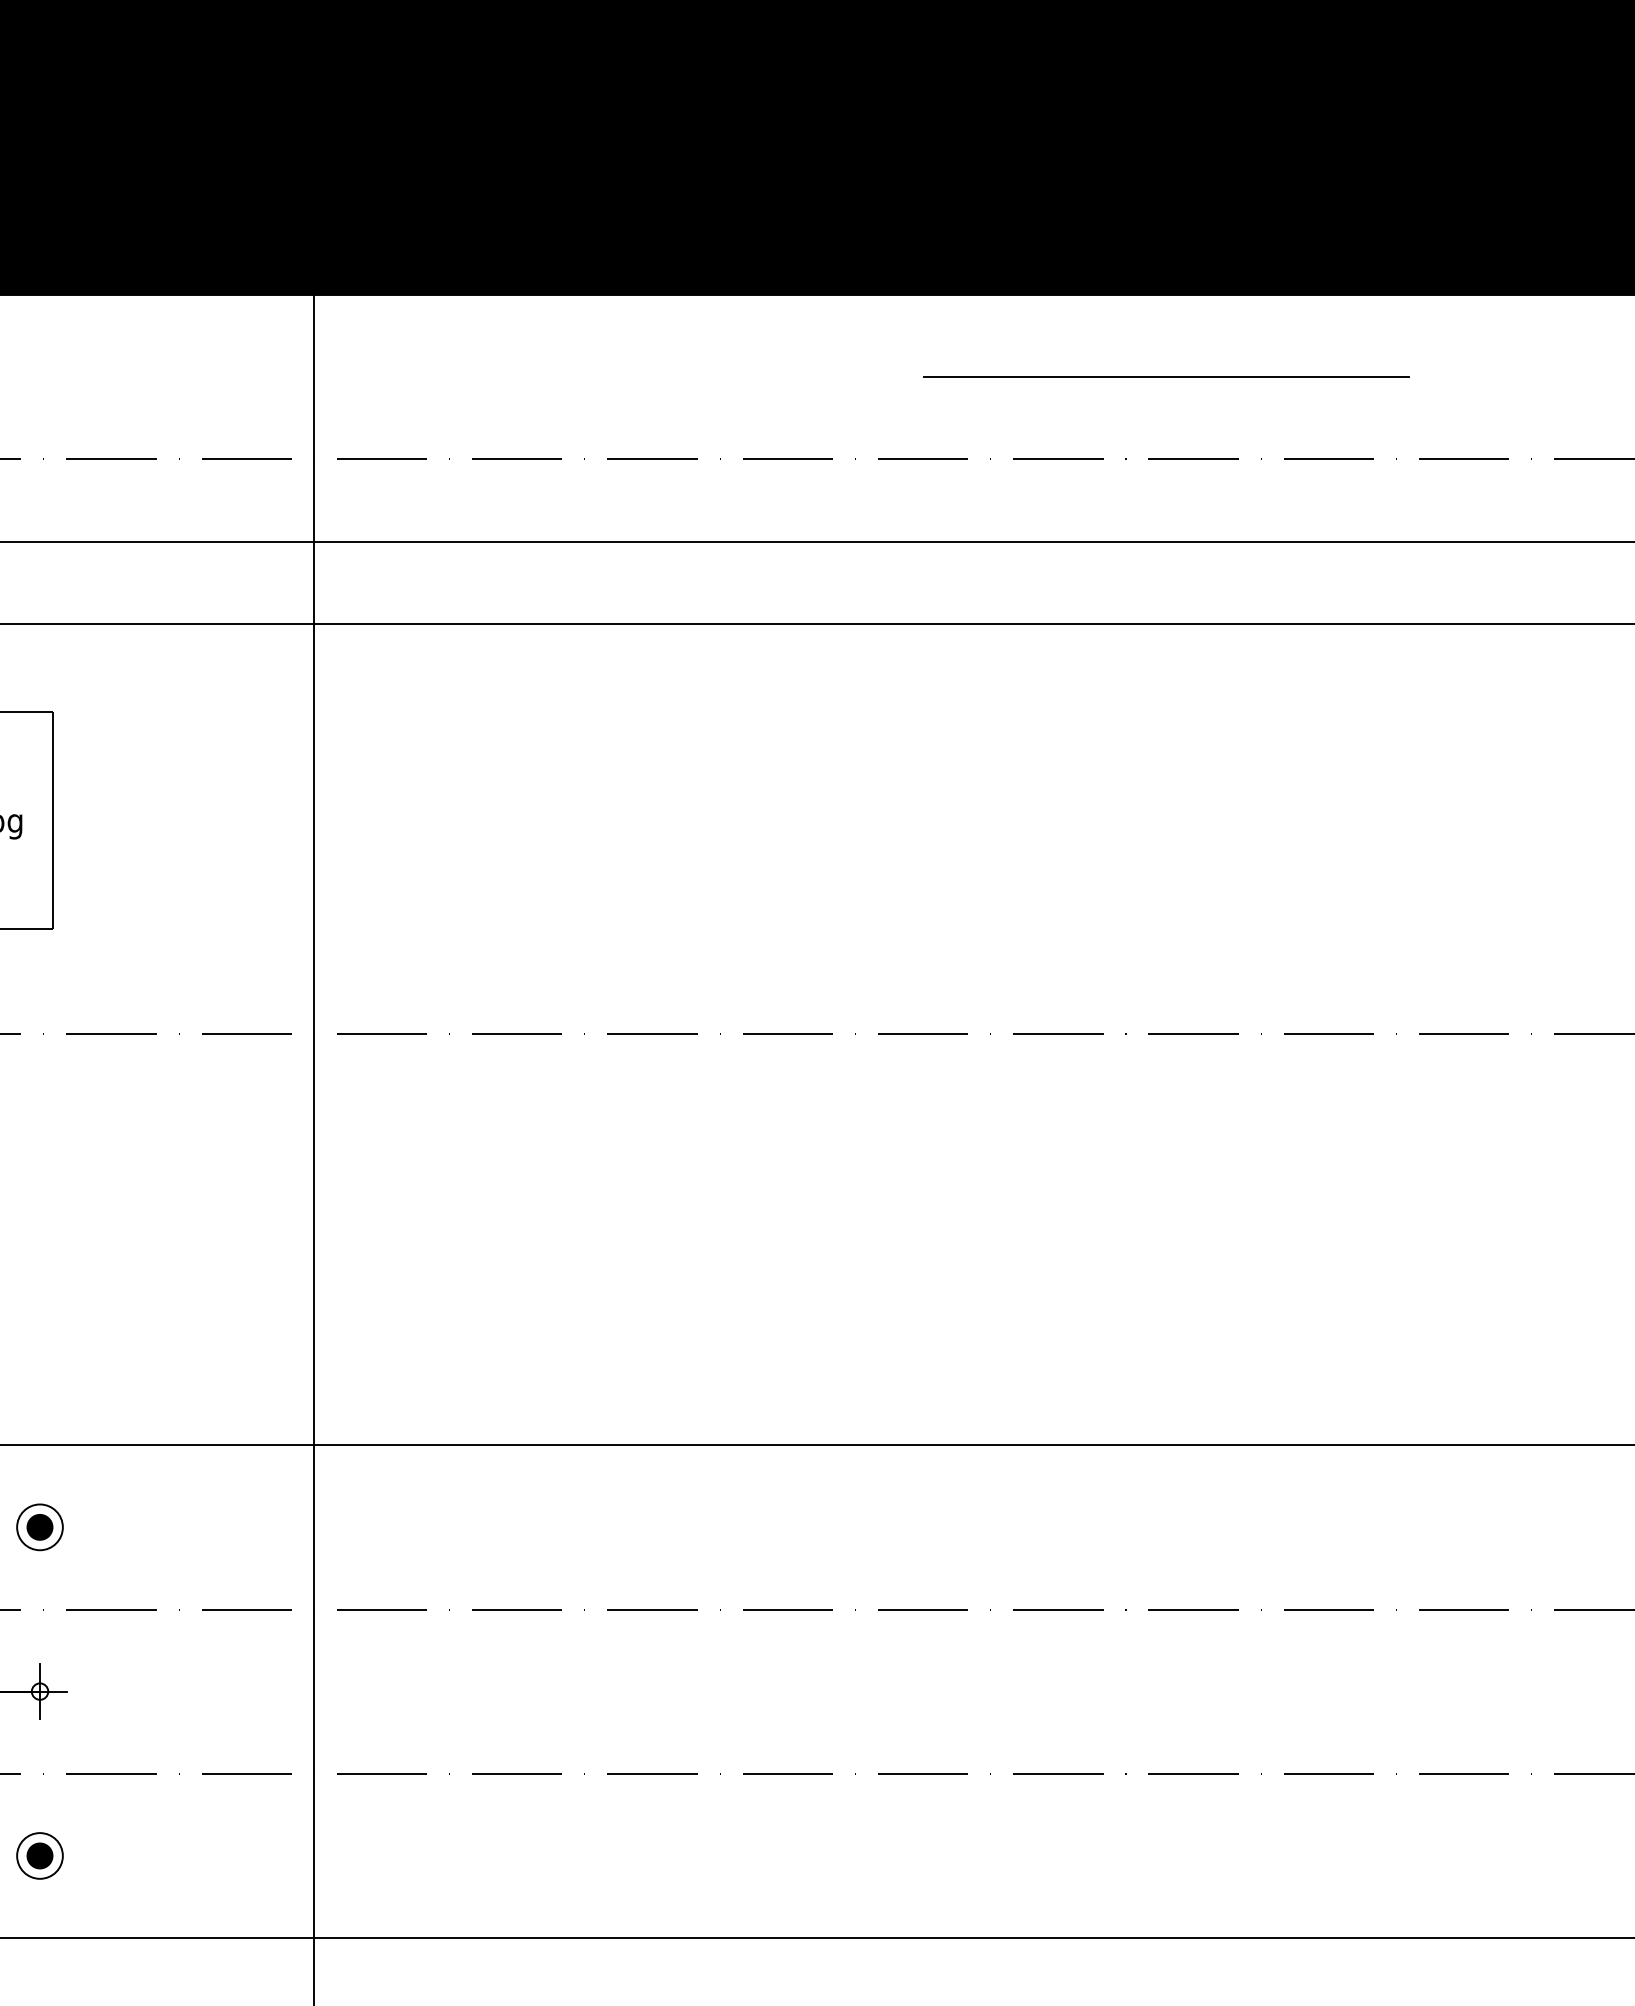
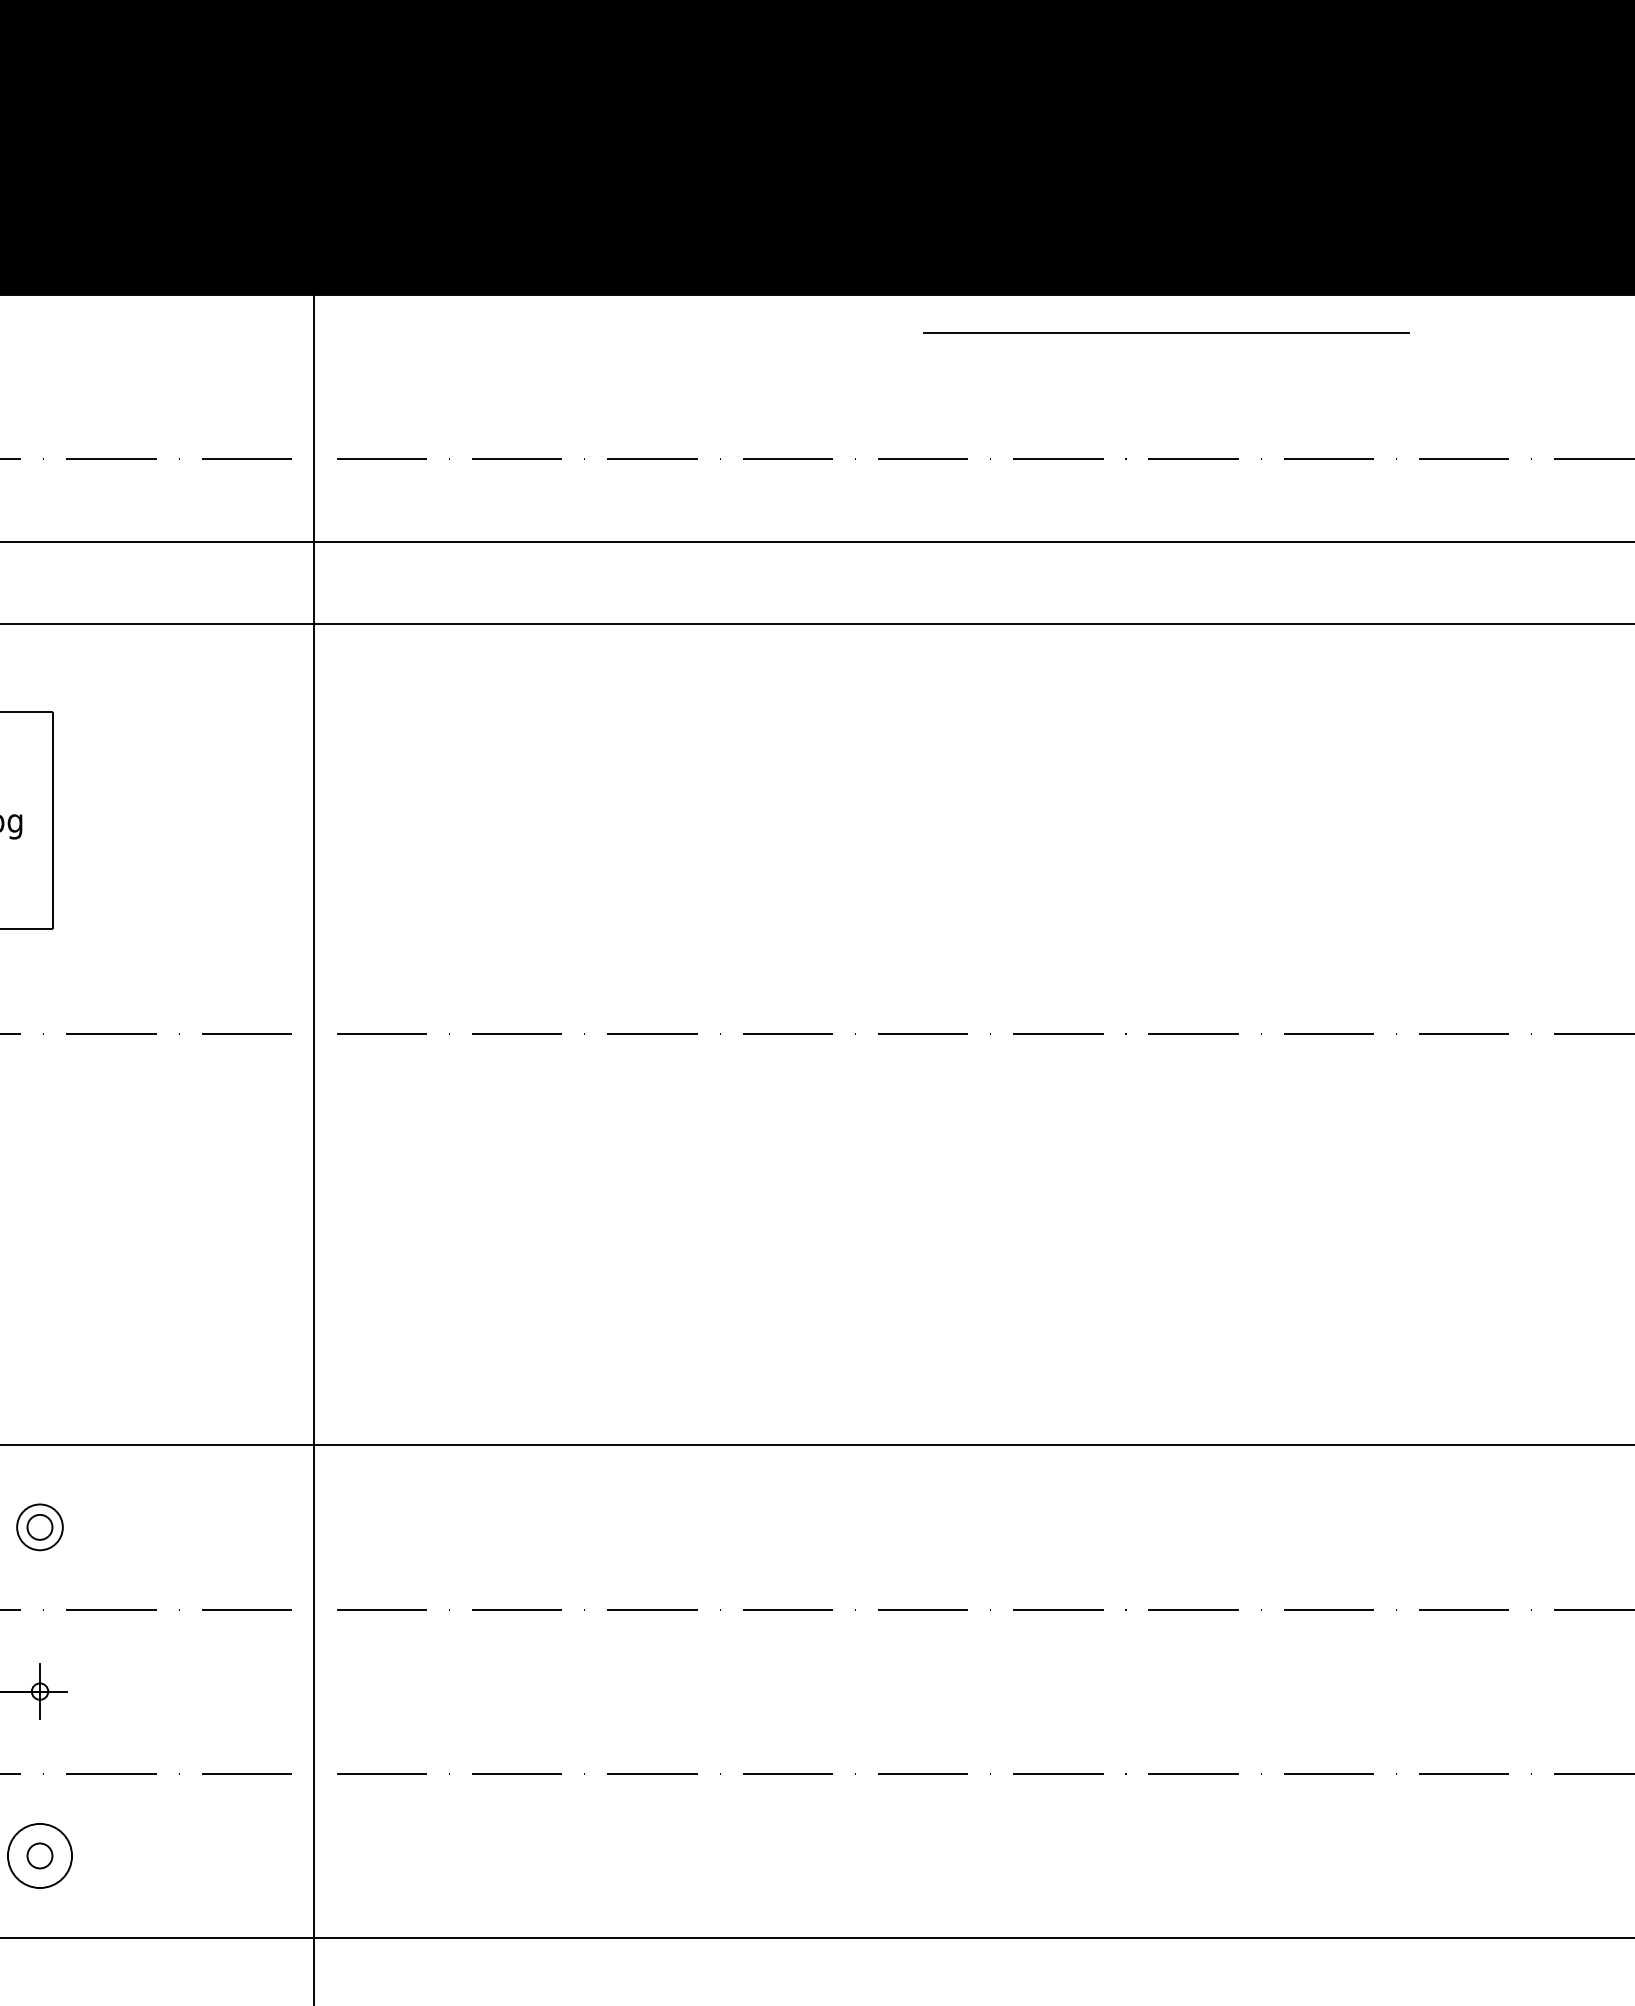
line at (1166, 376) position: (1166, 376) -> (1166, 332)
fill at (39, 1526): present -> none
circle at (39, 1855) diameter: 46 px -> 64 px
fill at (39, 1855): present -> none
